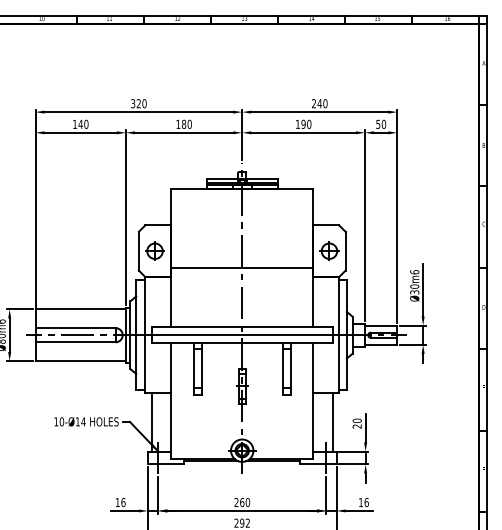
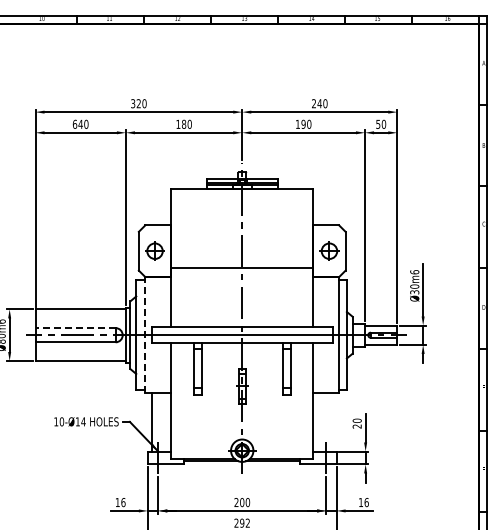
text at (74, 123): 140 -> 640
line at (75, 328): solid -> dashed
line at (145, 334): solid -> dashed
line at (332, 422): present -> none
text at (242, 502): 260 -> 200
